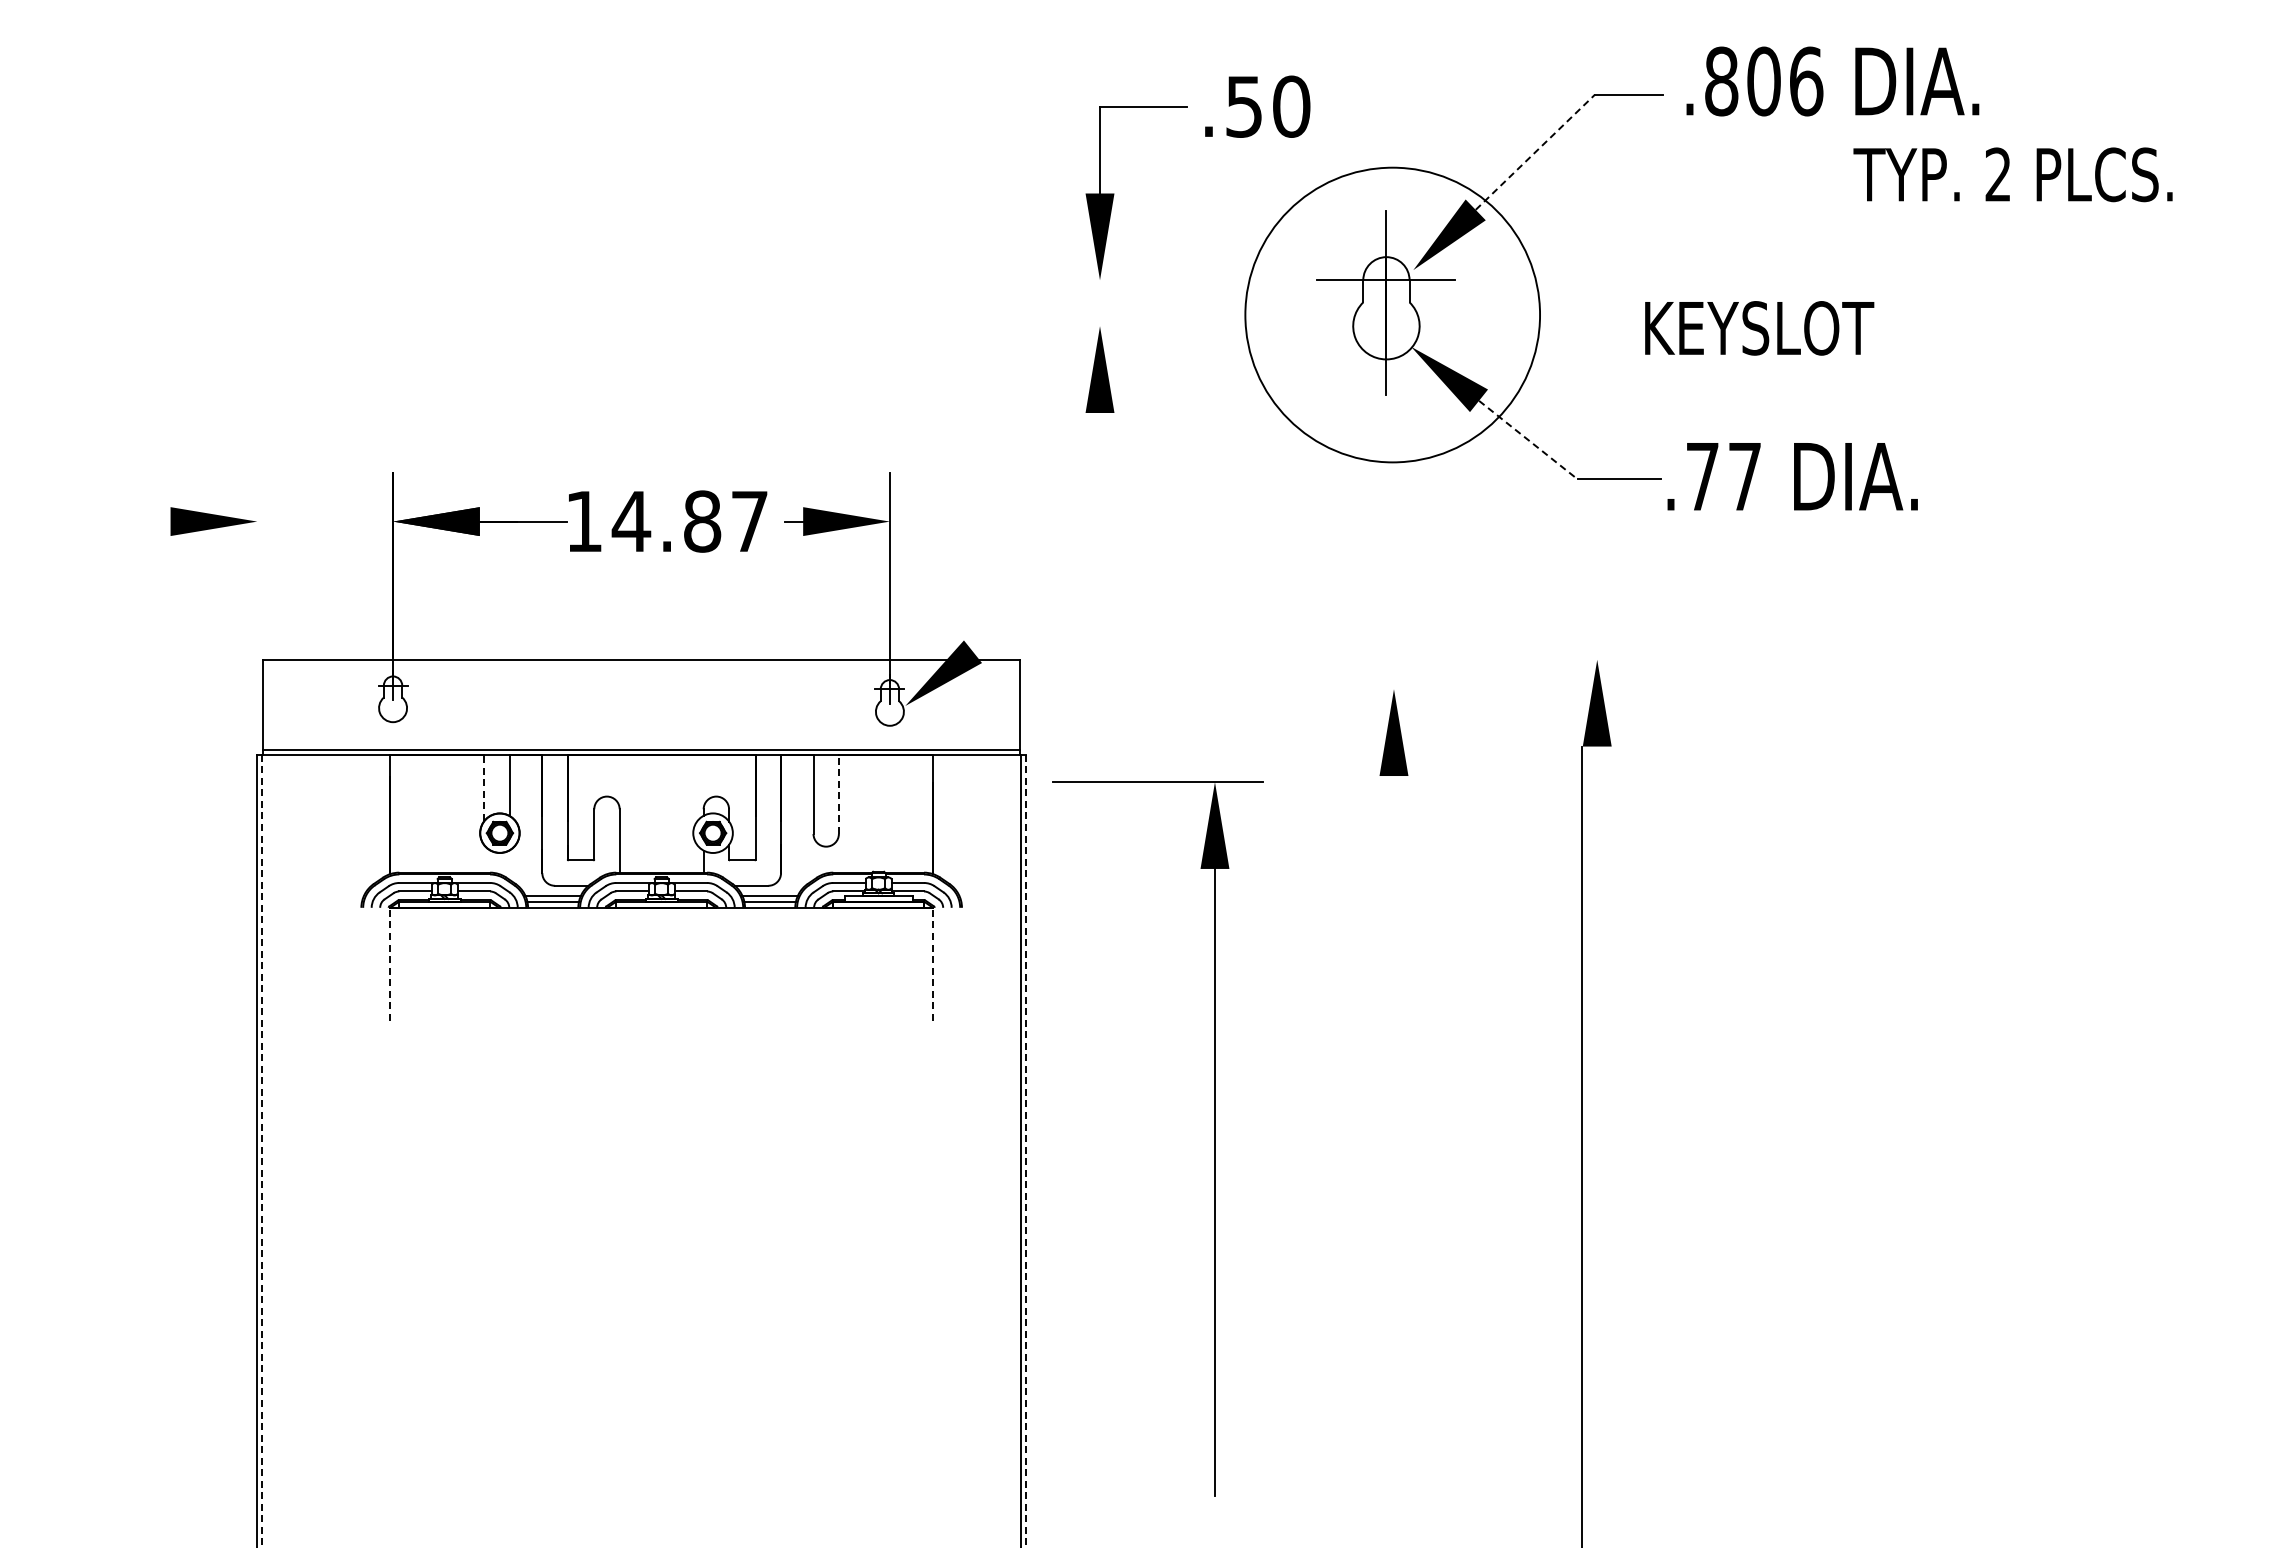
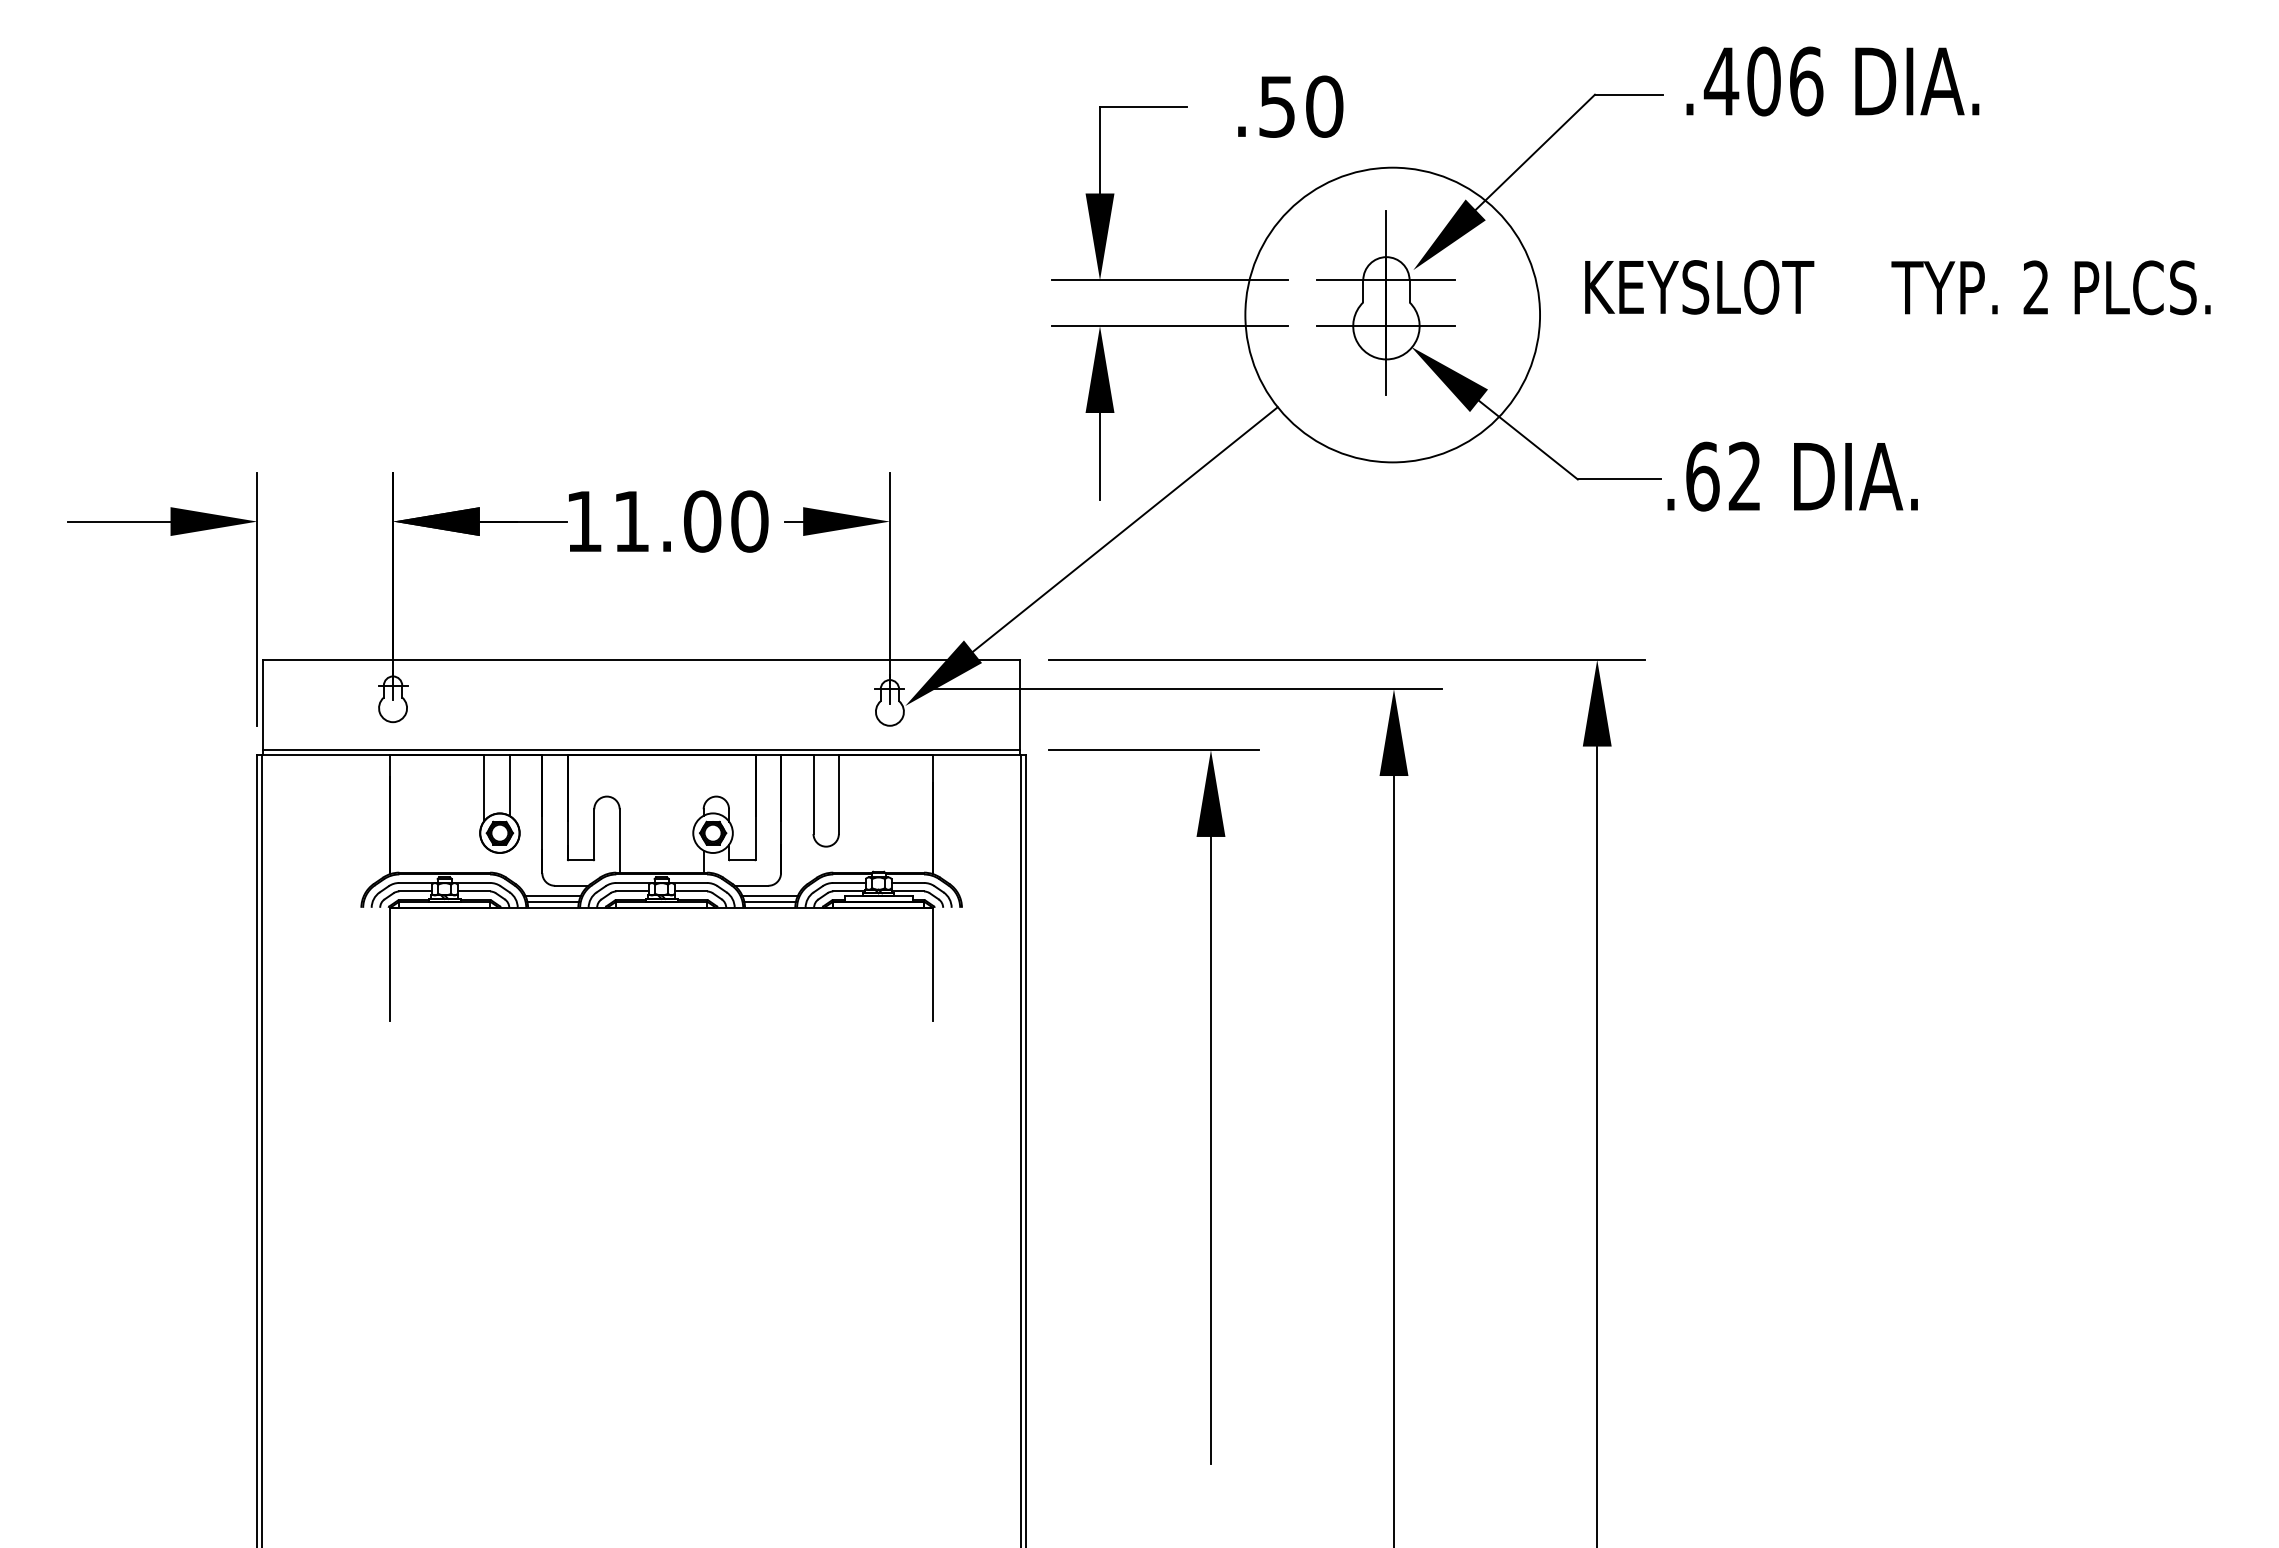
text at (1721, 81): .806 -> .406
text at (1257, 106) position: (1257, 106) -> (1290, 106)
line at (1535, 152): dashed -> solid
text at (2012, 174) position: (2012, 174) -> (2050, 287)
line at (1169, 280): none -> present
line at (1169, 326): none -> present
line at (1386, 326): none -> present
text at (1759, 328) position: (1759, 328) -> (1699, 287)
line at (1528, 440): dashed -> solid
line at (1100, 456): none -> present
text at (1723, 476): .77 -> .62
line at (119, 521): none -> present
text at (689, 521): 14.87 -> 11.00
line at (1125, 529): none -> present
line at (257, 599): none -> present
line at (1347, 659): none -> present
line at (1187, 689): none -> present
line at (484, 787): dashed -> solid
line at (838, 794): dashed -> solid
line at (390, 963): dashed -> solid
line at (932, 963): dashed -> solid
part at (1214, 1138) position: (1214, 1138) -> (1210, 1106)
line at (1582, 1145) position: (1582, 1145) -> (1597, 1145)
line at (262, 1151): dashed -> solid
line at (1025, 1151): dashed -> solid
line at (1393, 1160): none -> present
